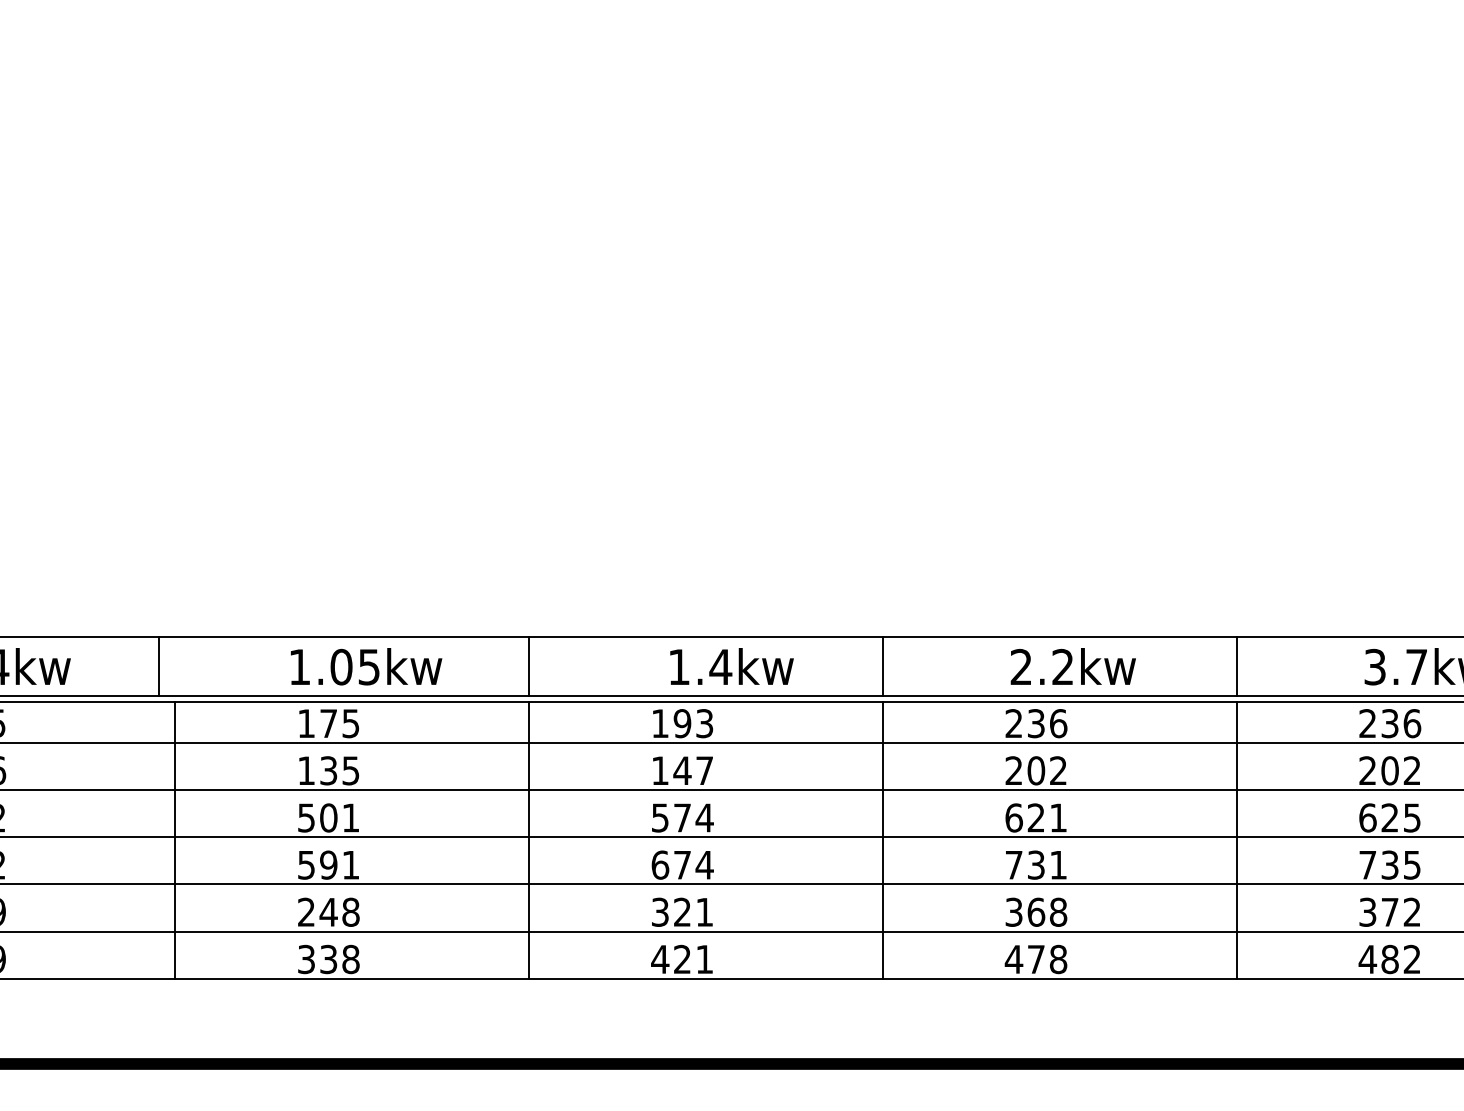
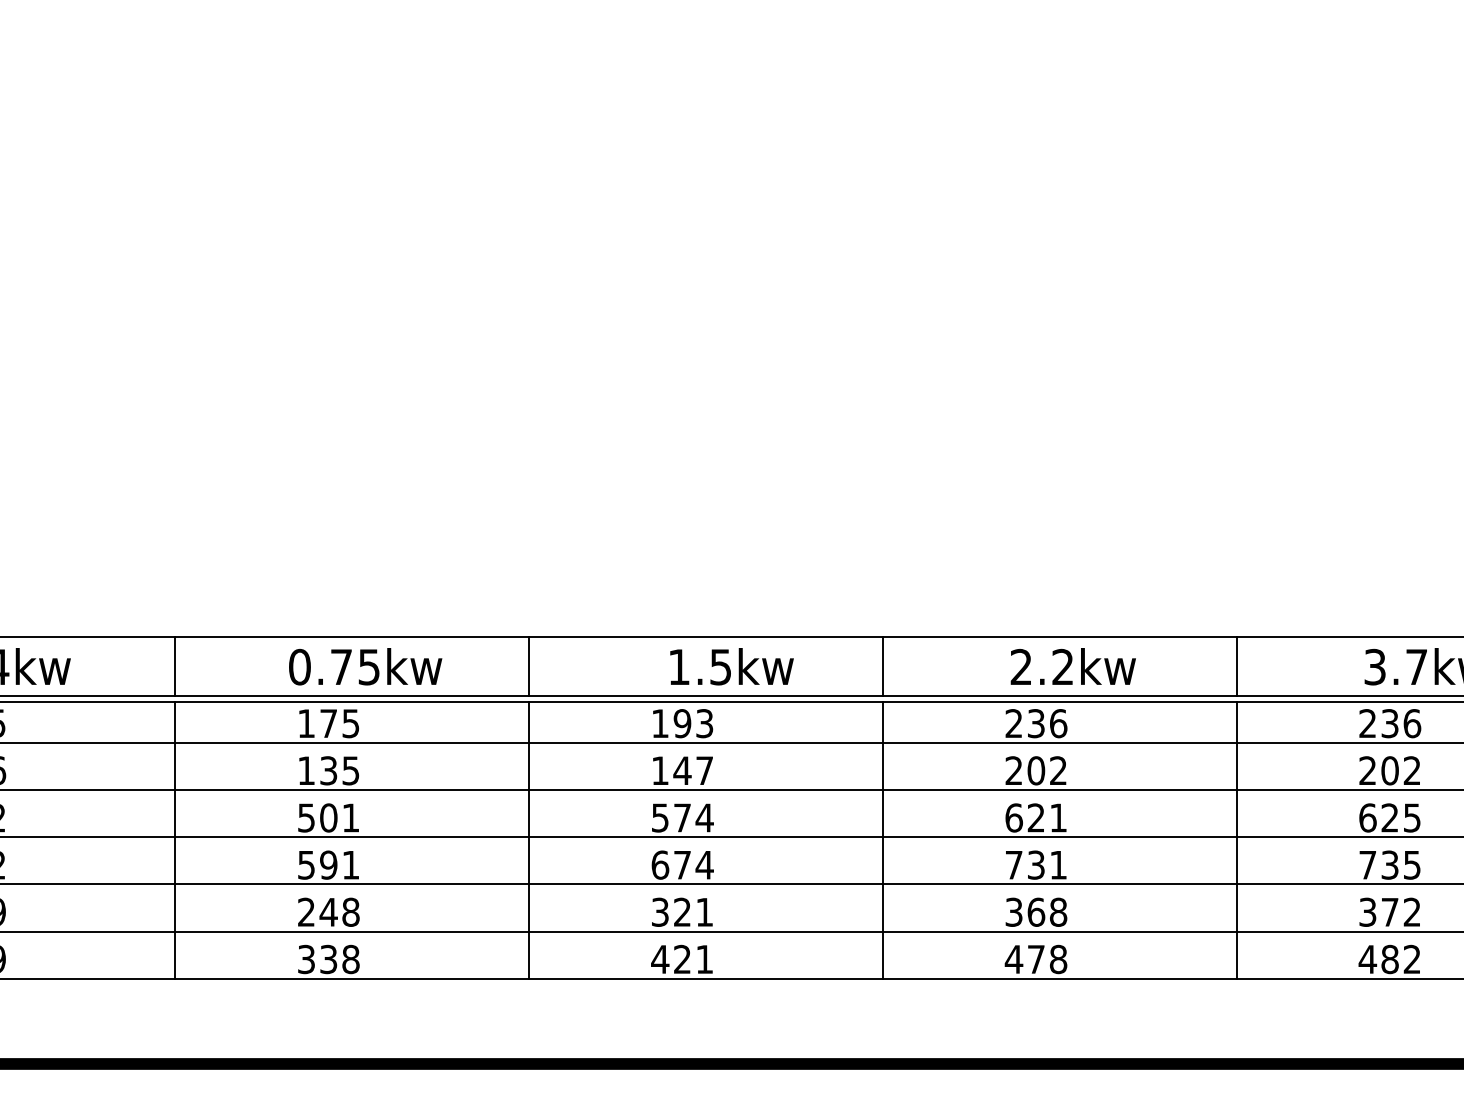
line at (159, 665) position: (159, 665) -> (175, 665)
text at (320, 666): 1.05kw -> 0.75kw
text at (720, 667): 1.4kw -> 1.5kw
